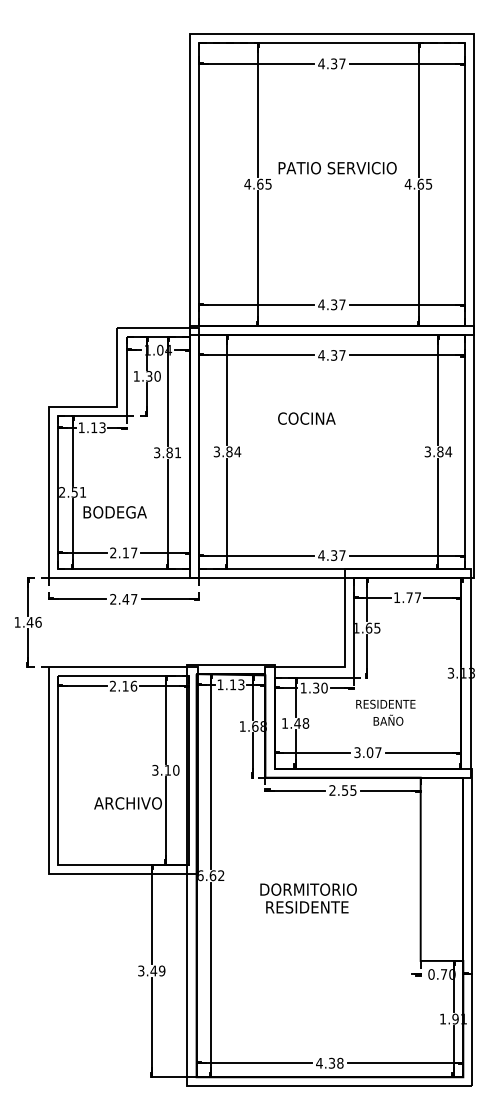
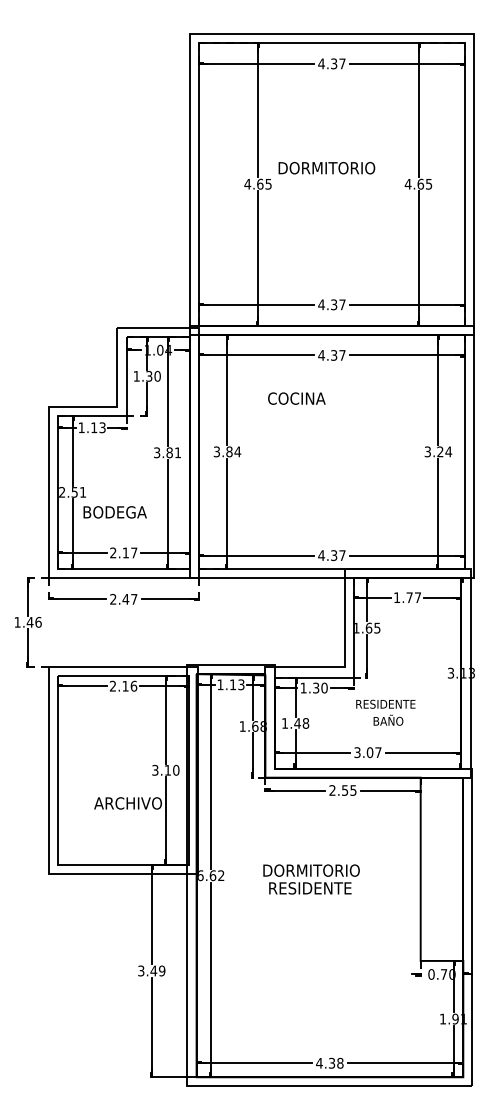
text at (338, 168): PATIO SERVICIO -> DORMITORIO
text at (306, 418) position: (306, 418) -> (296, 398)
text at (440, 451): 3.84 -> 3.24
text at (308, 898) position: (308, 898) -> (311, 879)
